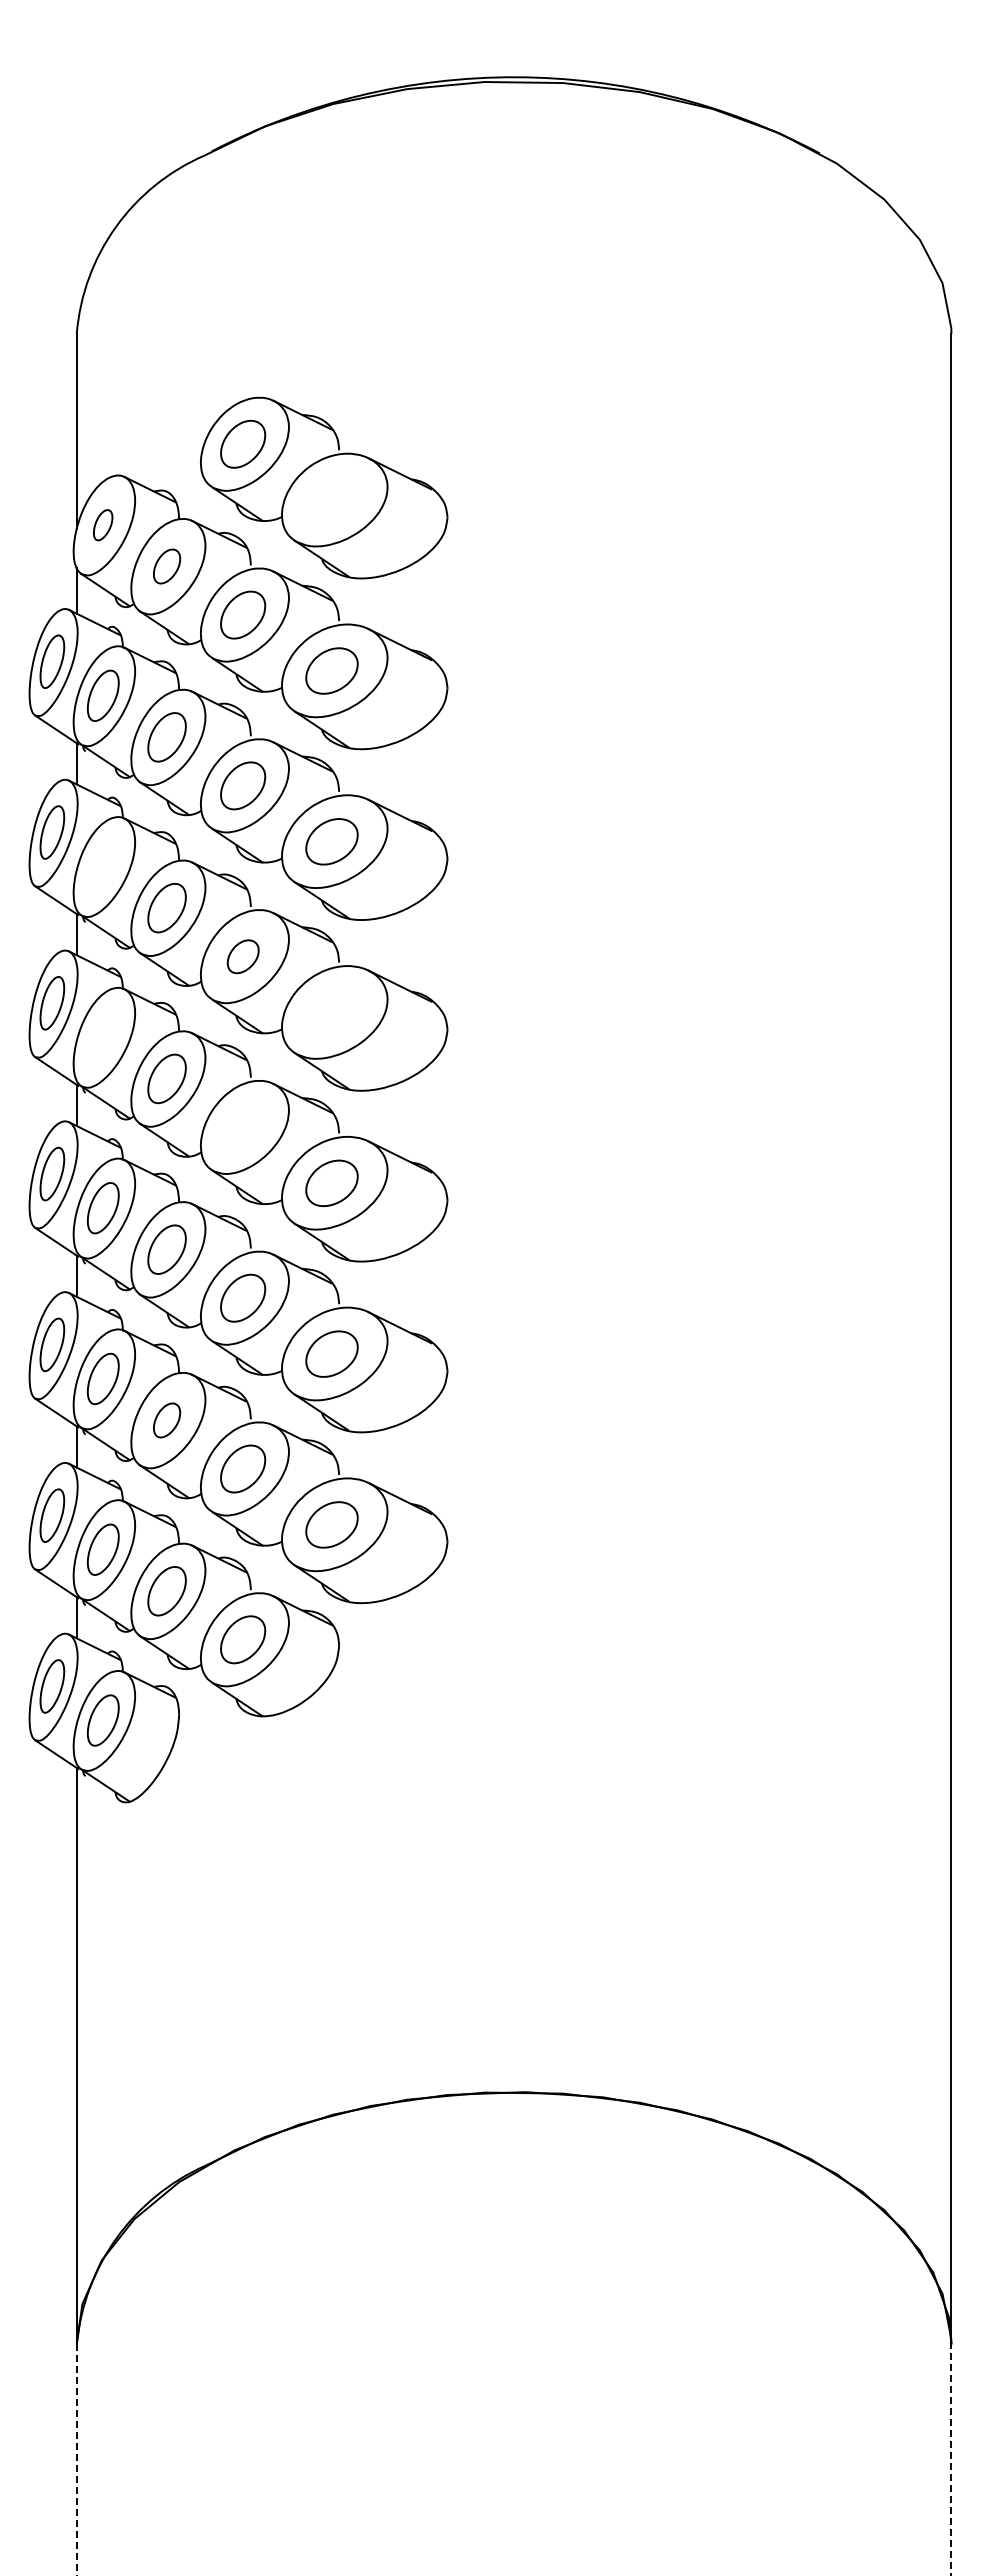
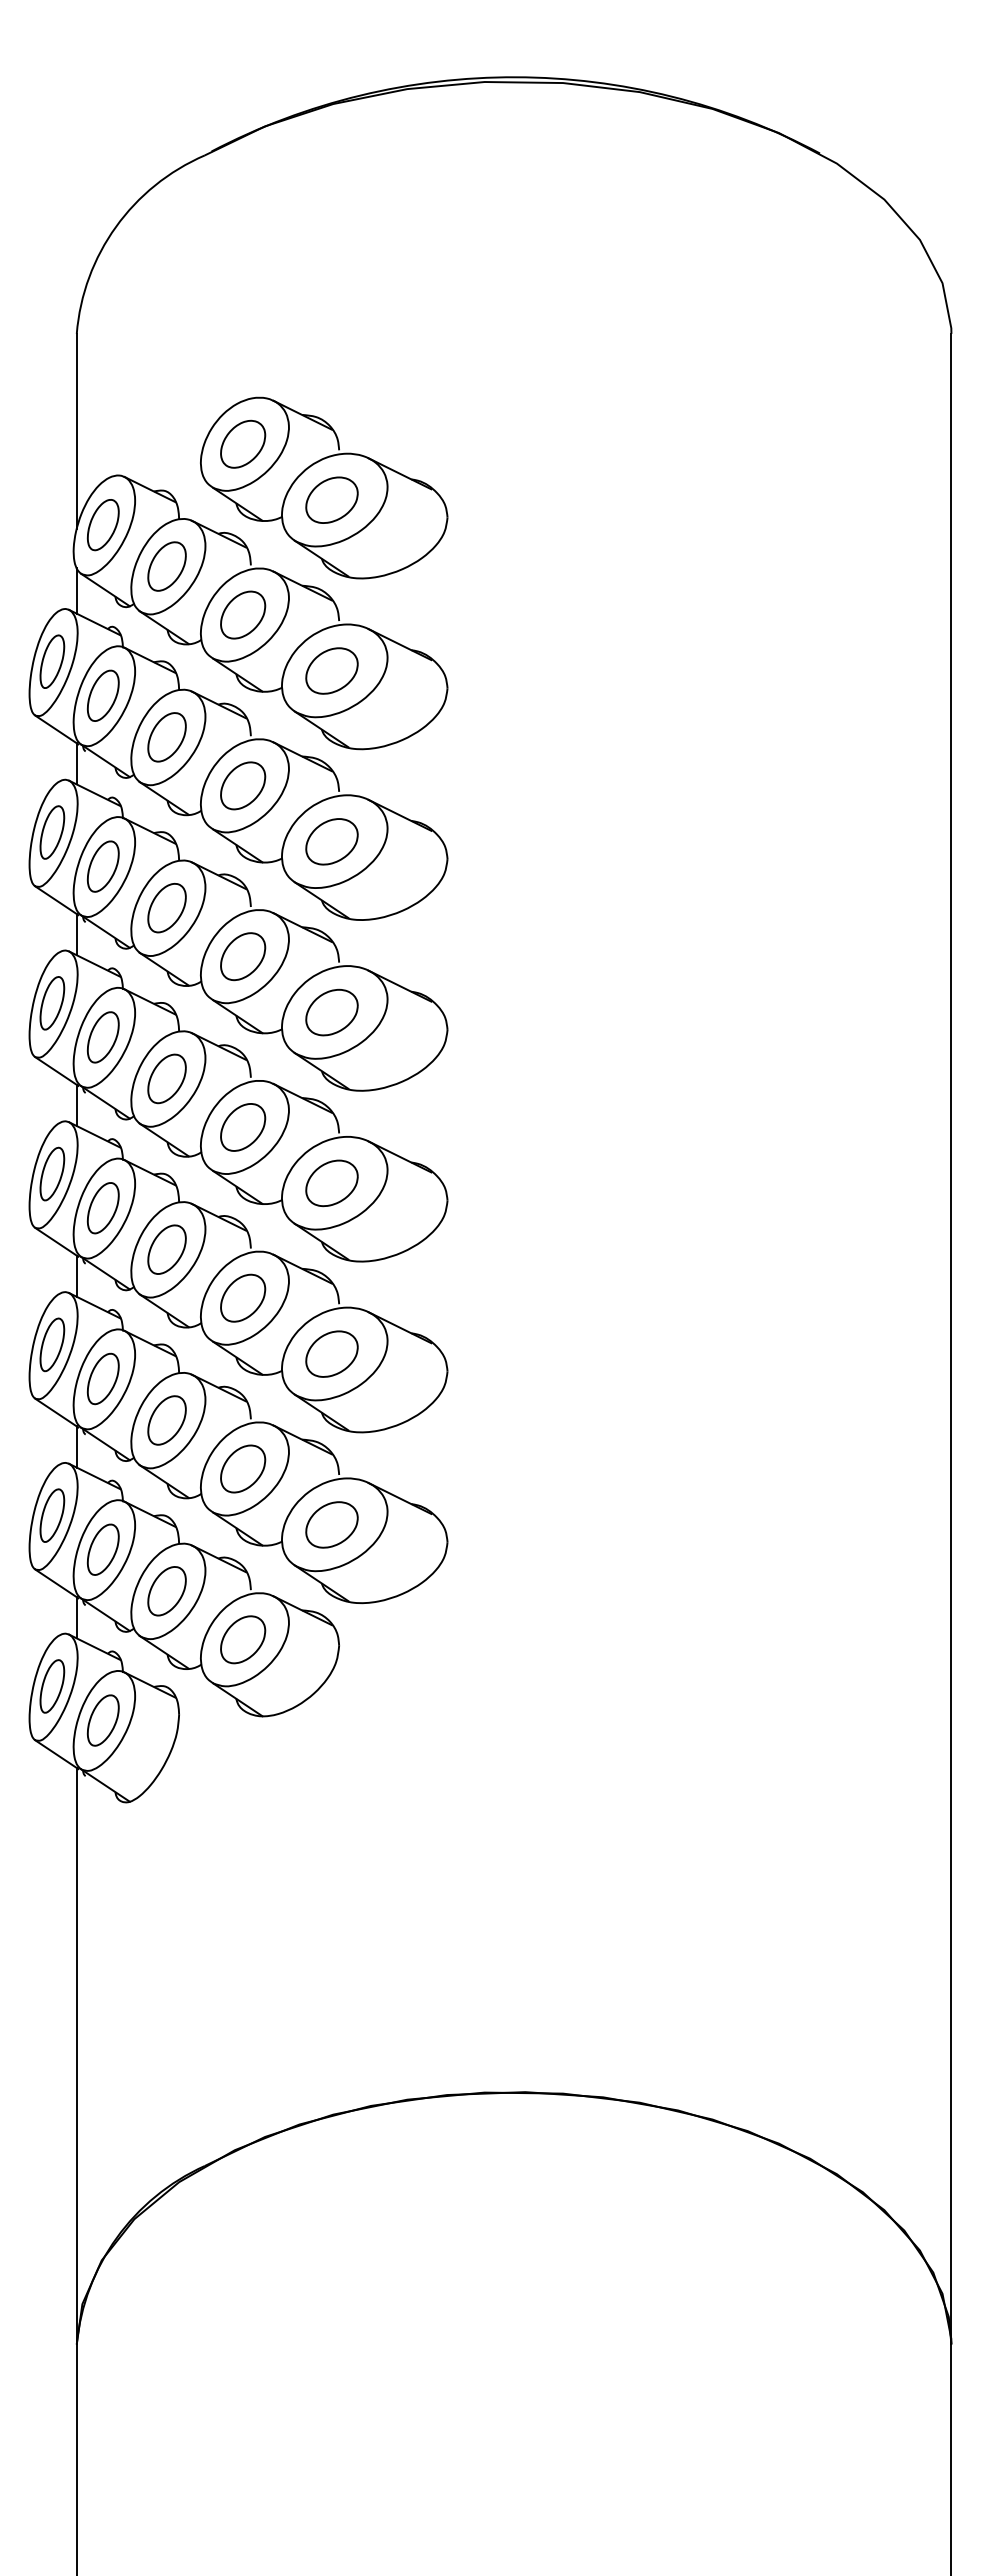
part at (331, 499): none -> present
part at (103, 525) size: 21x33 px -> 34x53 px
part at (167, 566) size: 29x37 px -> 40x51 px
part at (102, 866): none -> present
part at (242, 956) size: 34x36 px -> 47x50 px
part at (331, 1012): none -> present
part at (102, 1037): none -> present
part at (243, 1127): none -> present
part at (167, 1420) size: 29x37 px -> 40x51 px
line at (951, 2459): dashed -> solid
line at (76, 2460): dashed -> solid
